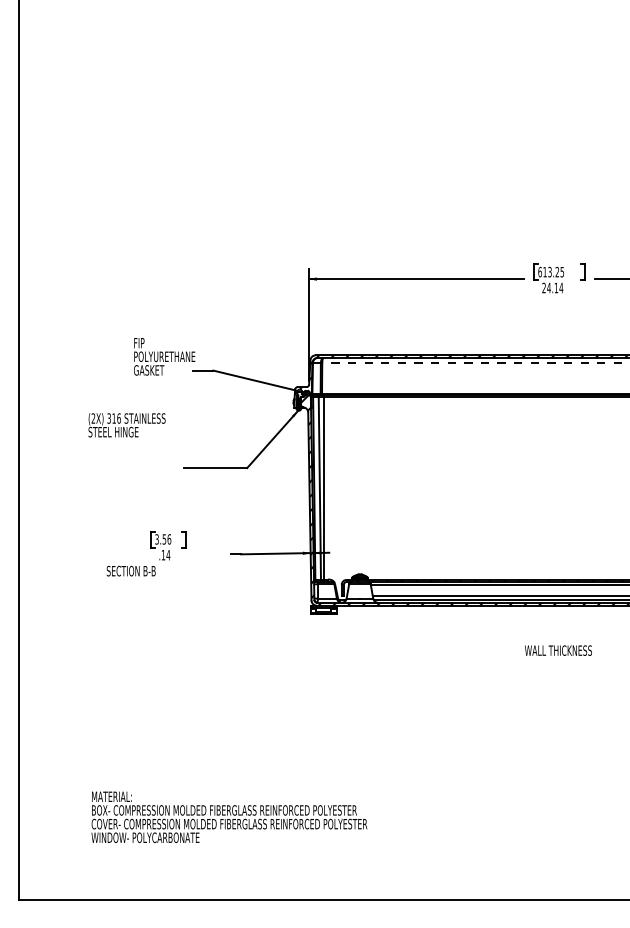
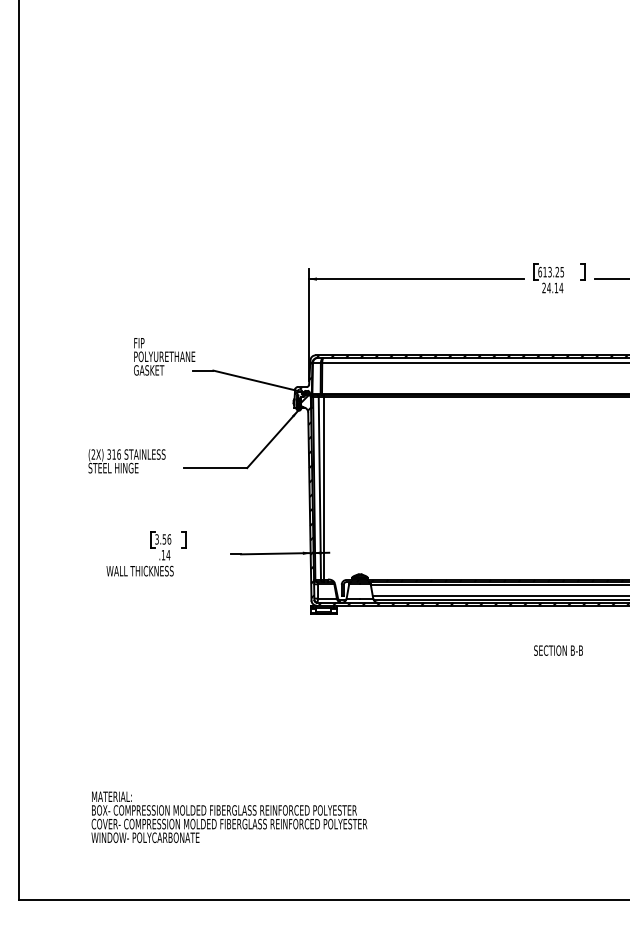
line at (475, 363): dashed -> solid
text at (126, 425) position: (126, 425) -> (126, 461)
text at (139, 570): SECTION B-B -> WALL THICKNESS
text at (558, 650): WALL THICKNESS -> SECTION B-B
